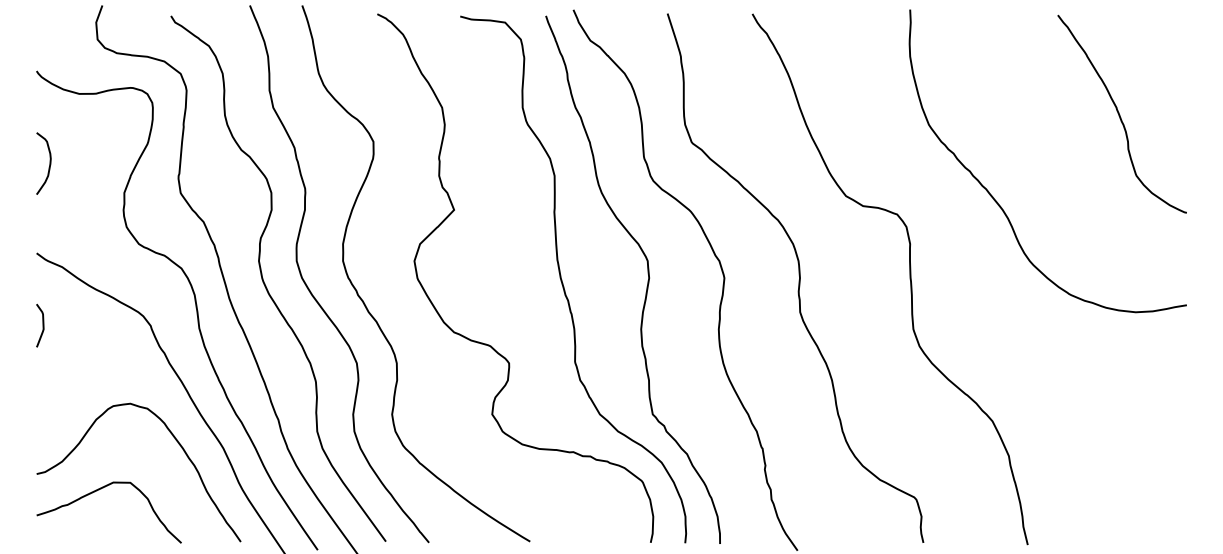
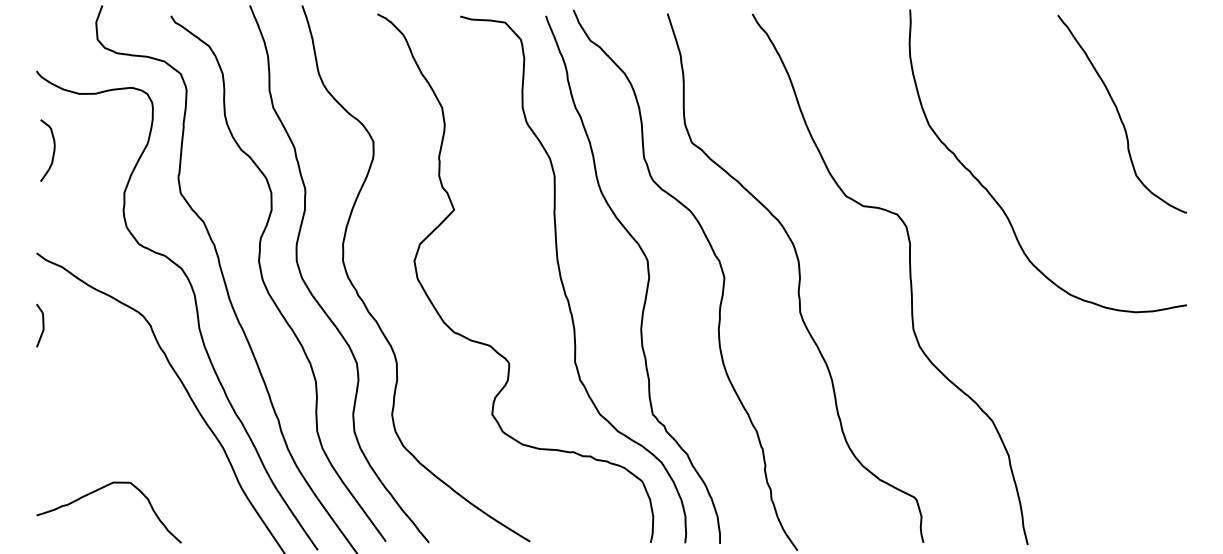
curve at (49, 163) position: (49, 163) -> (53, 150)
curve at (178, 444): present -> none
